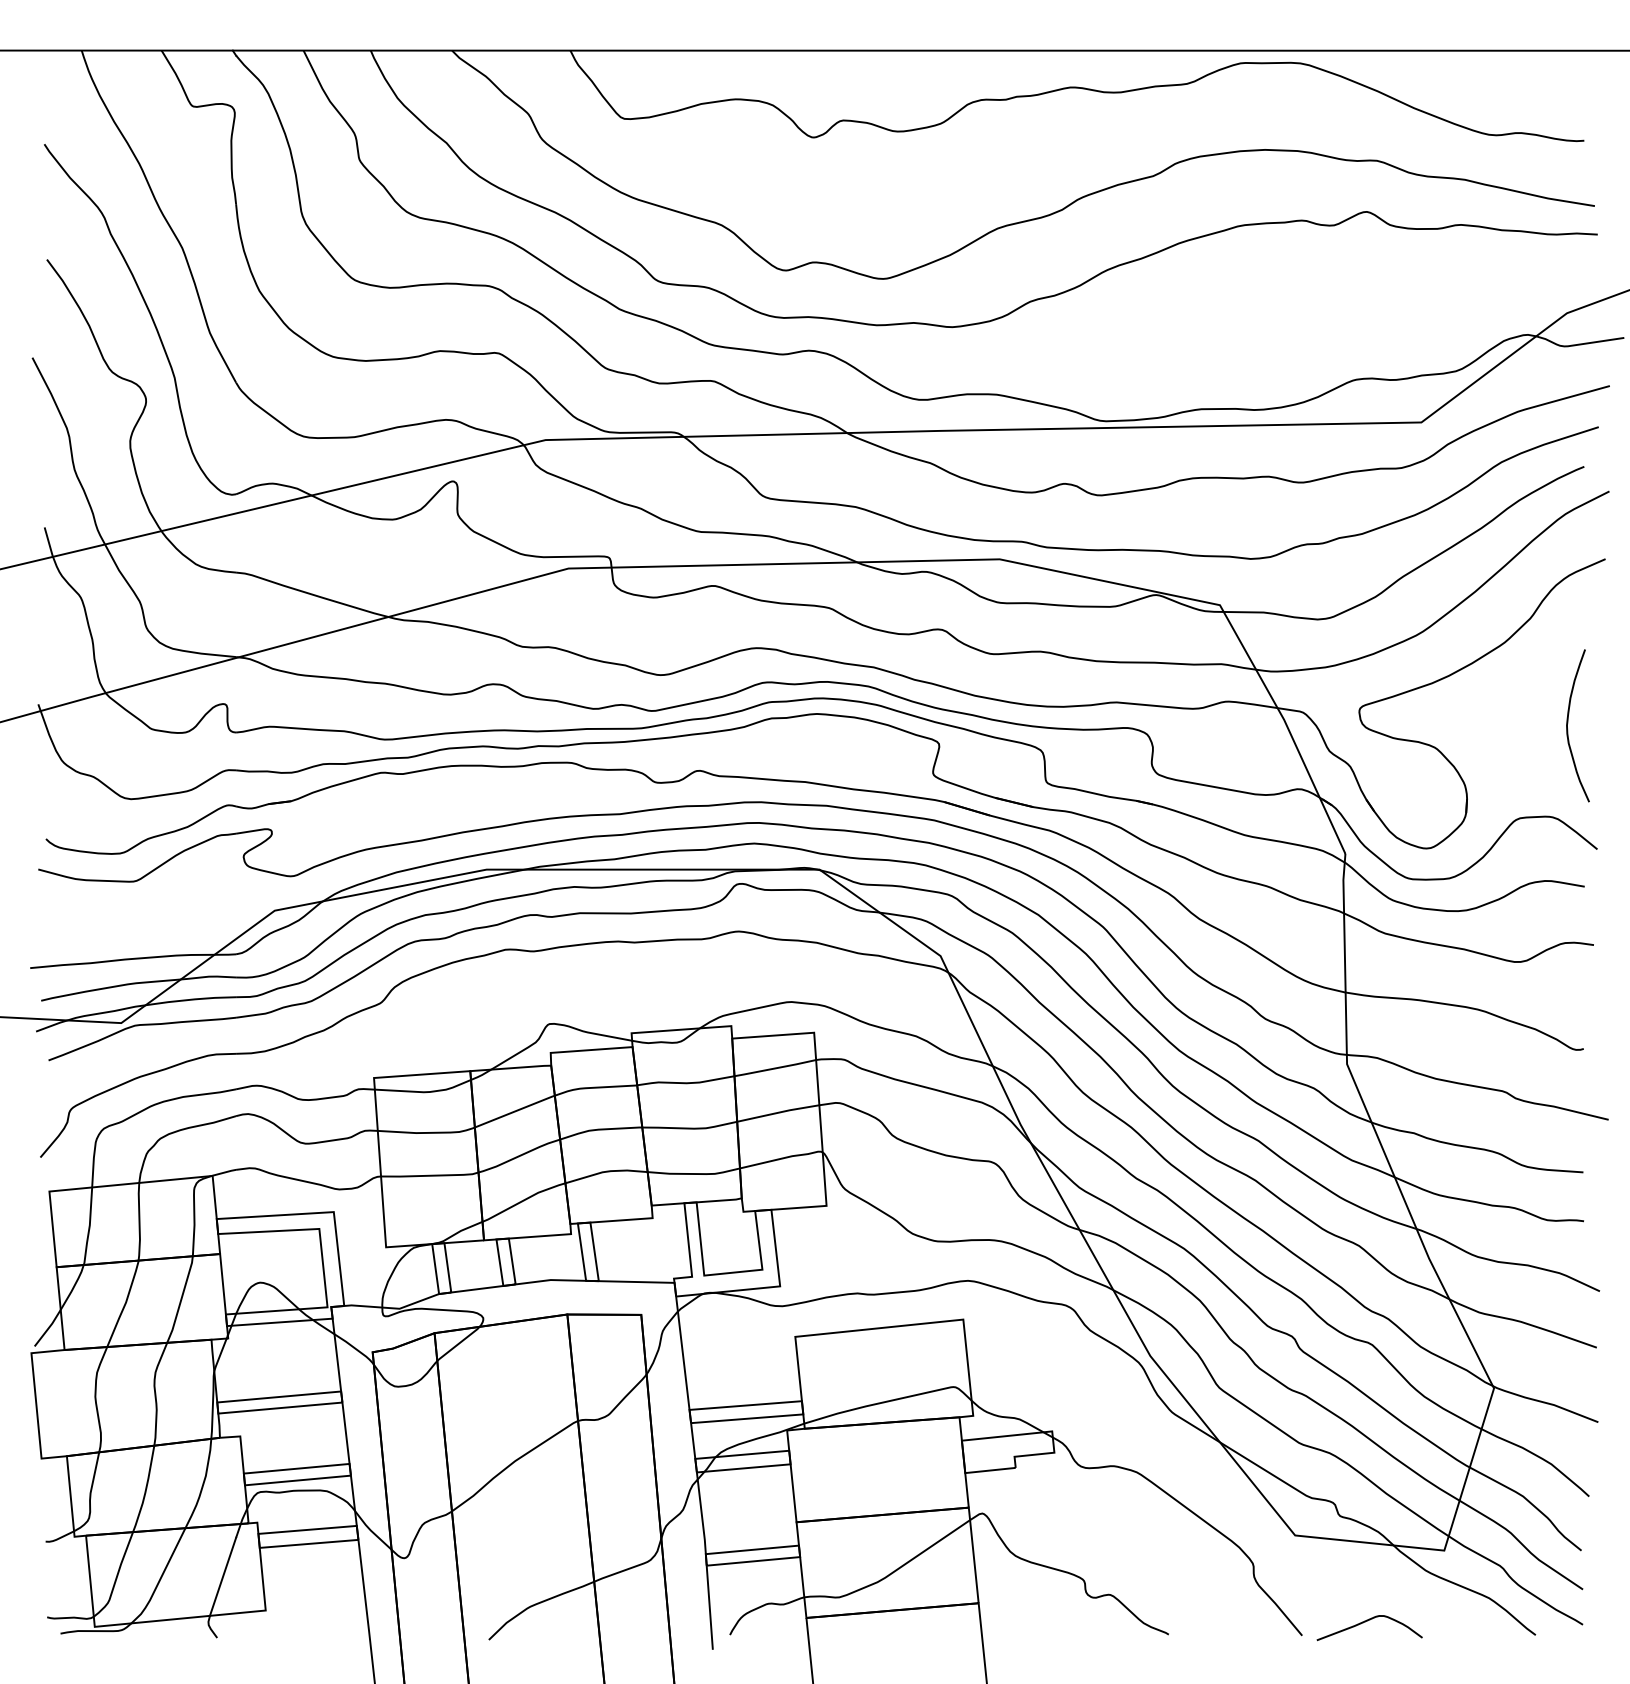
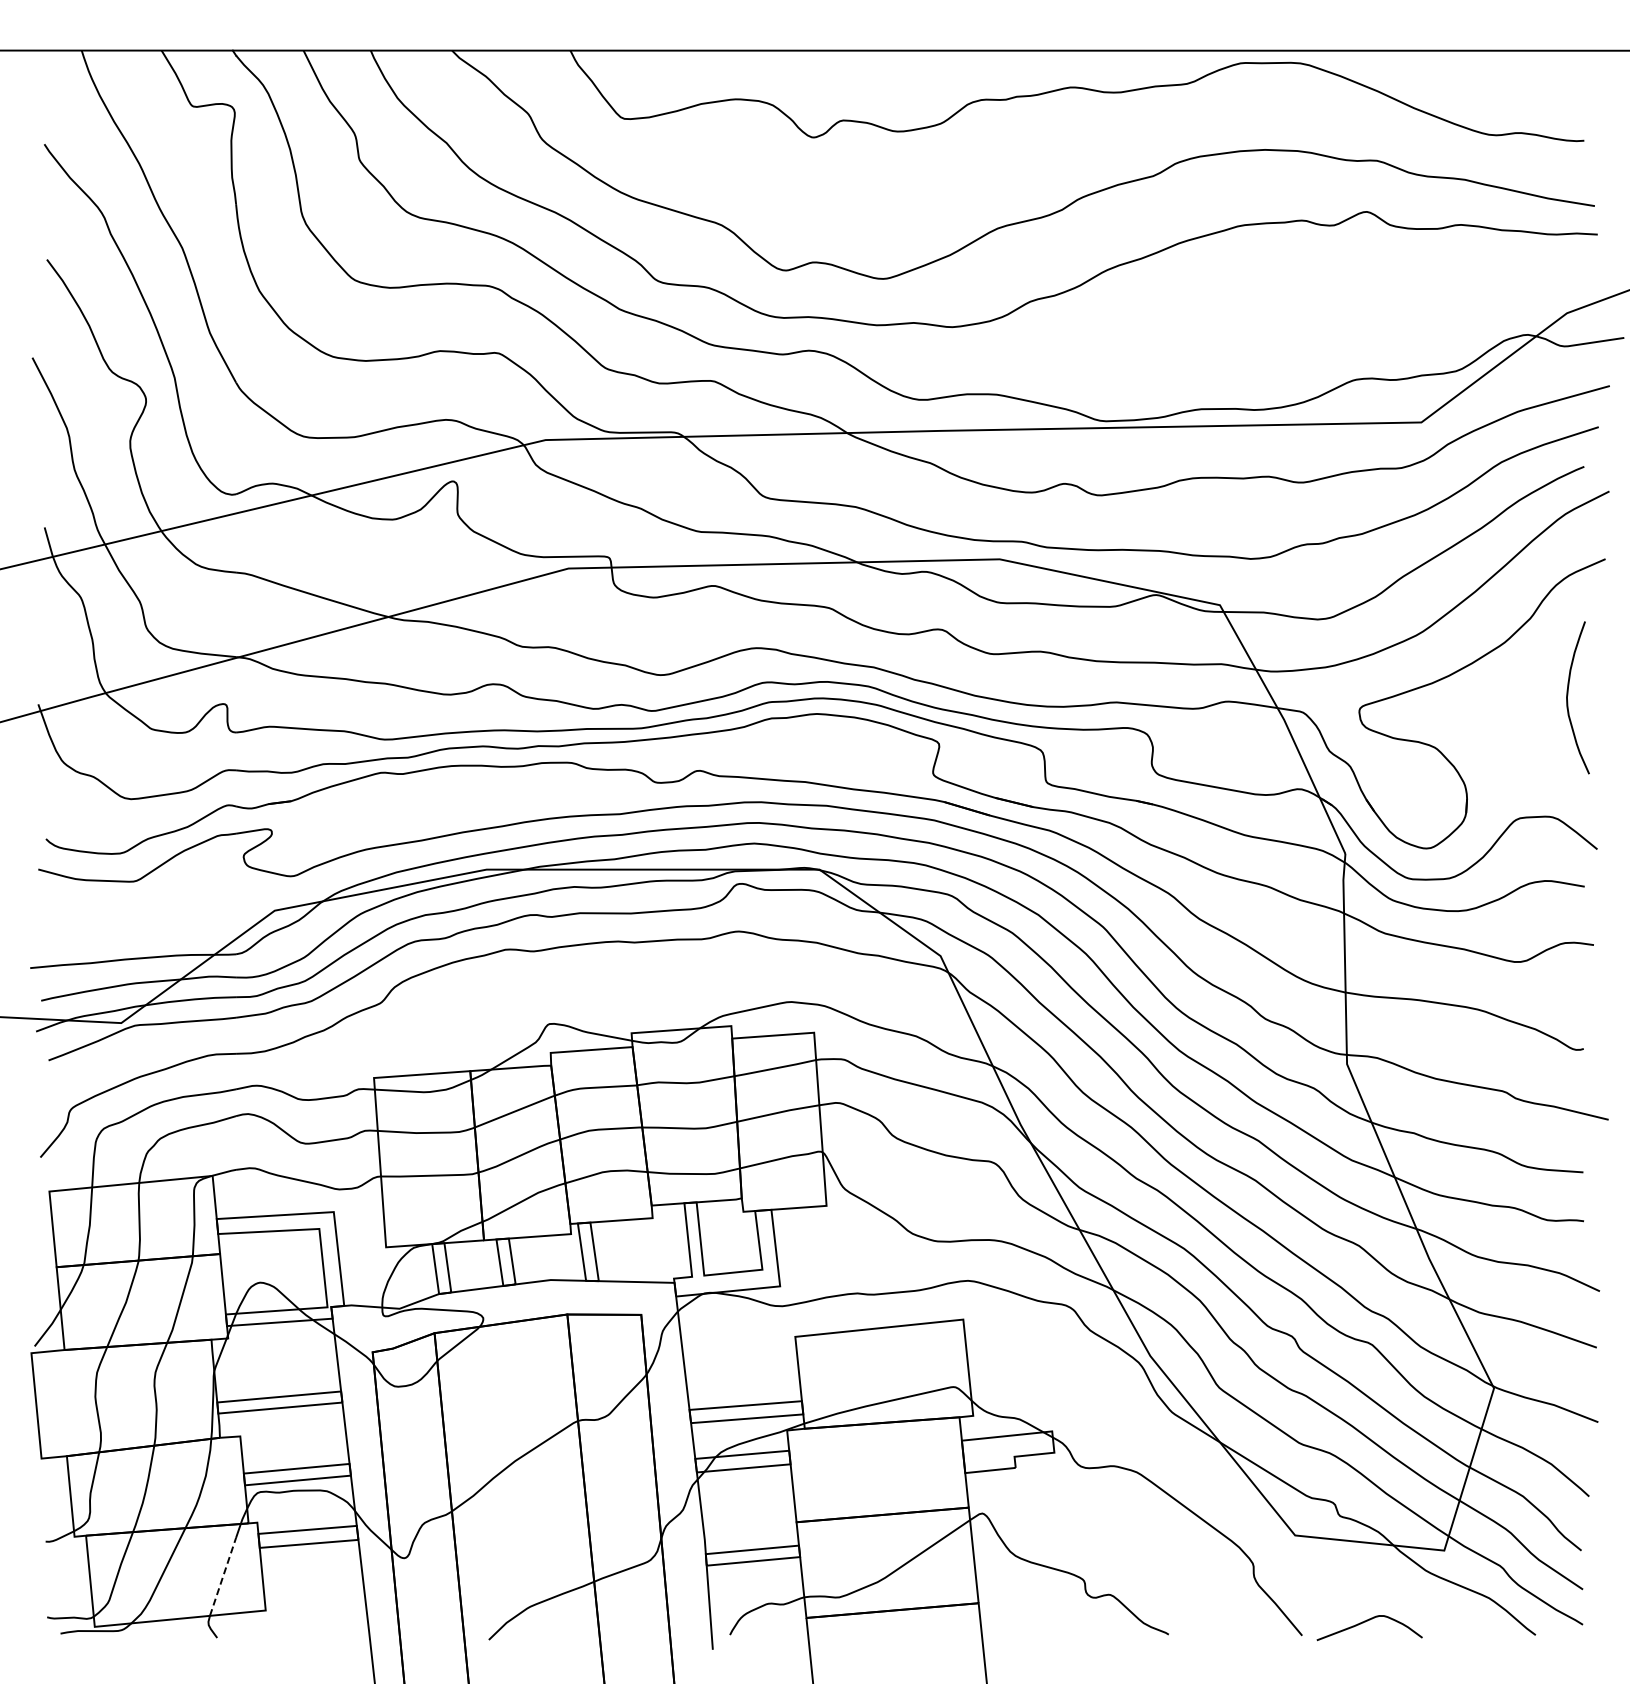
curve at (1568, 723) position: (1568, 723) -> (1568, 695)
line at (223, 1576): solid -> dashed
